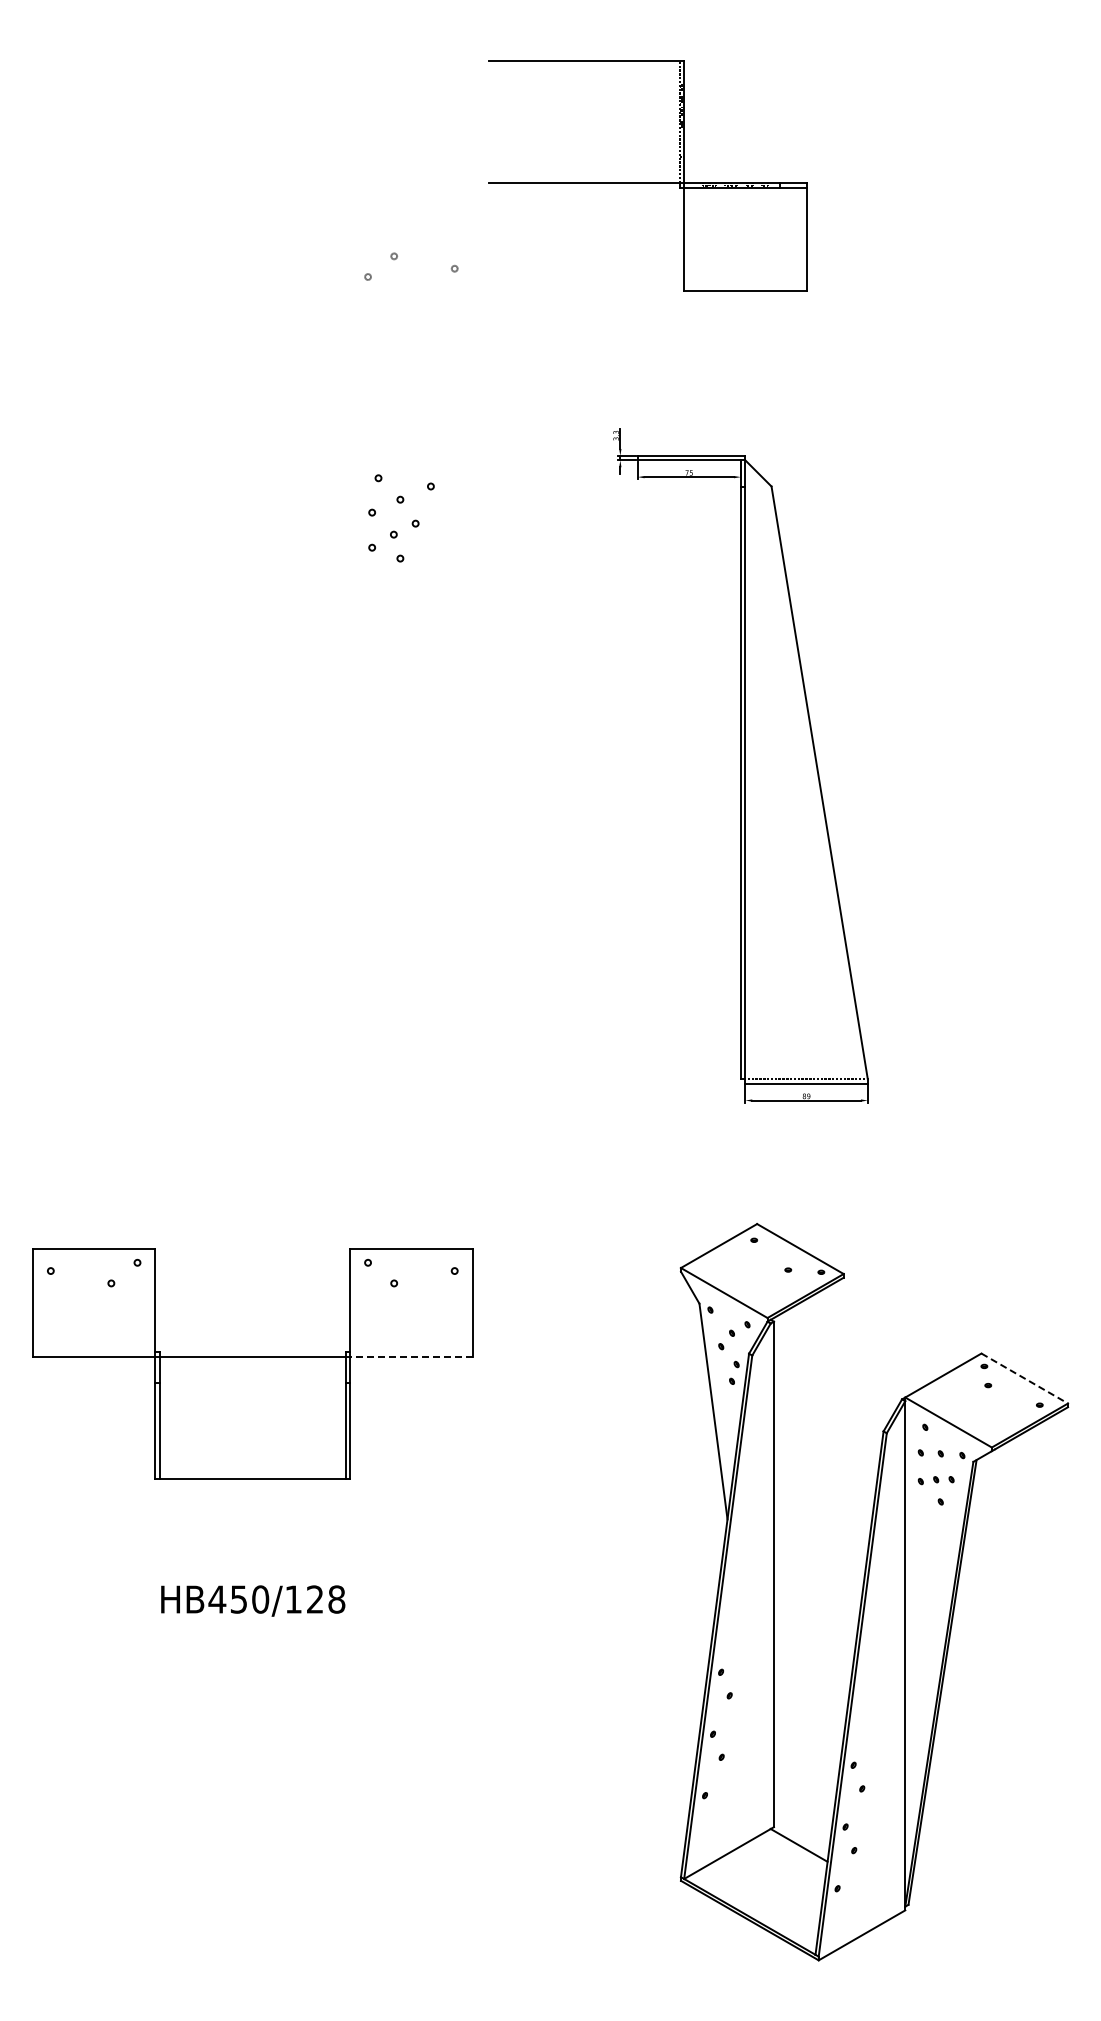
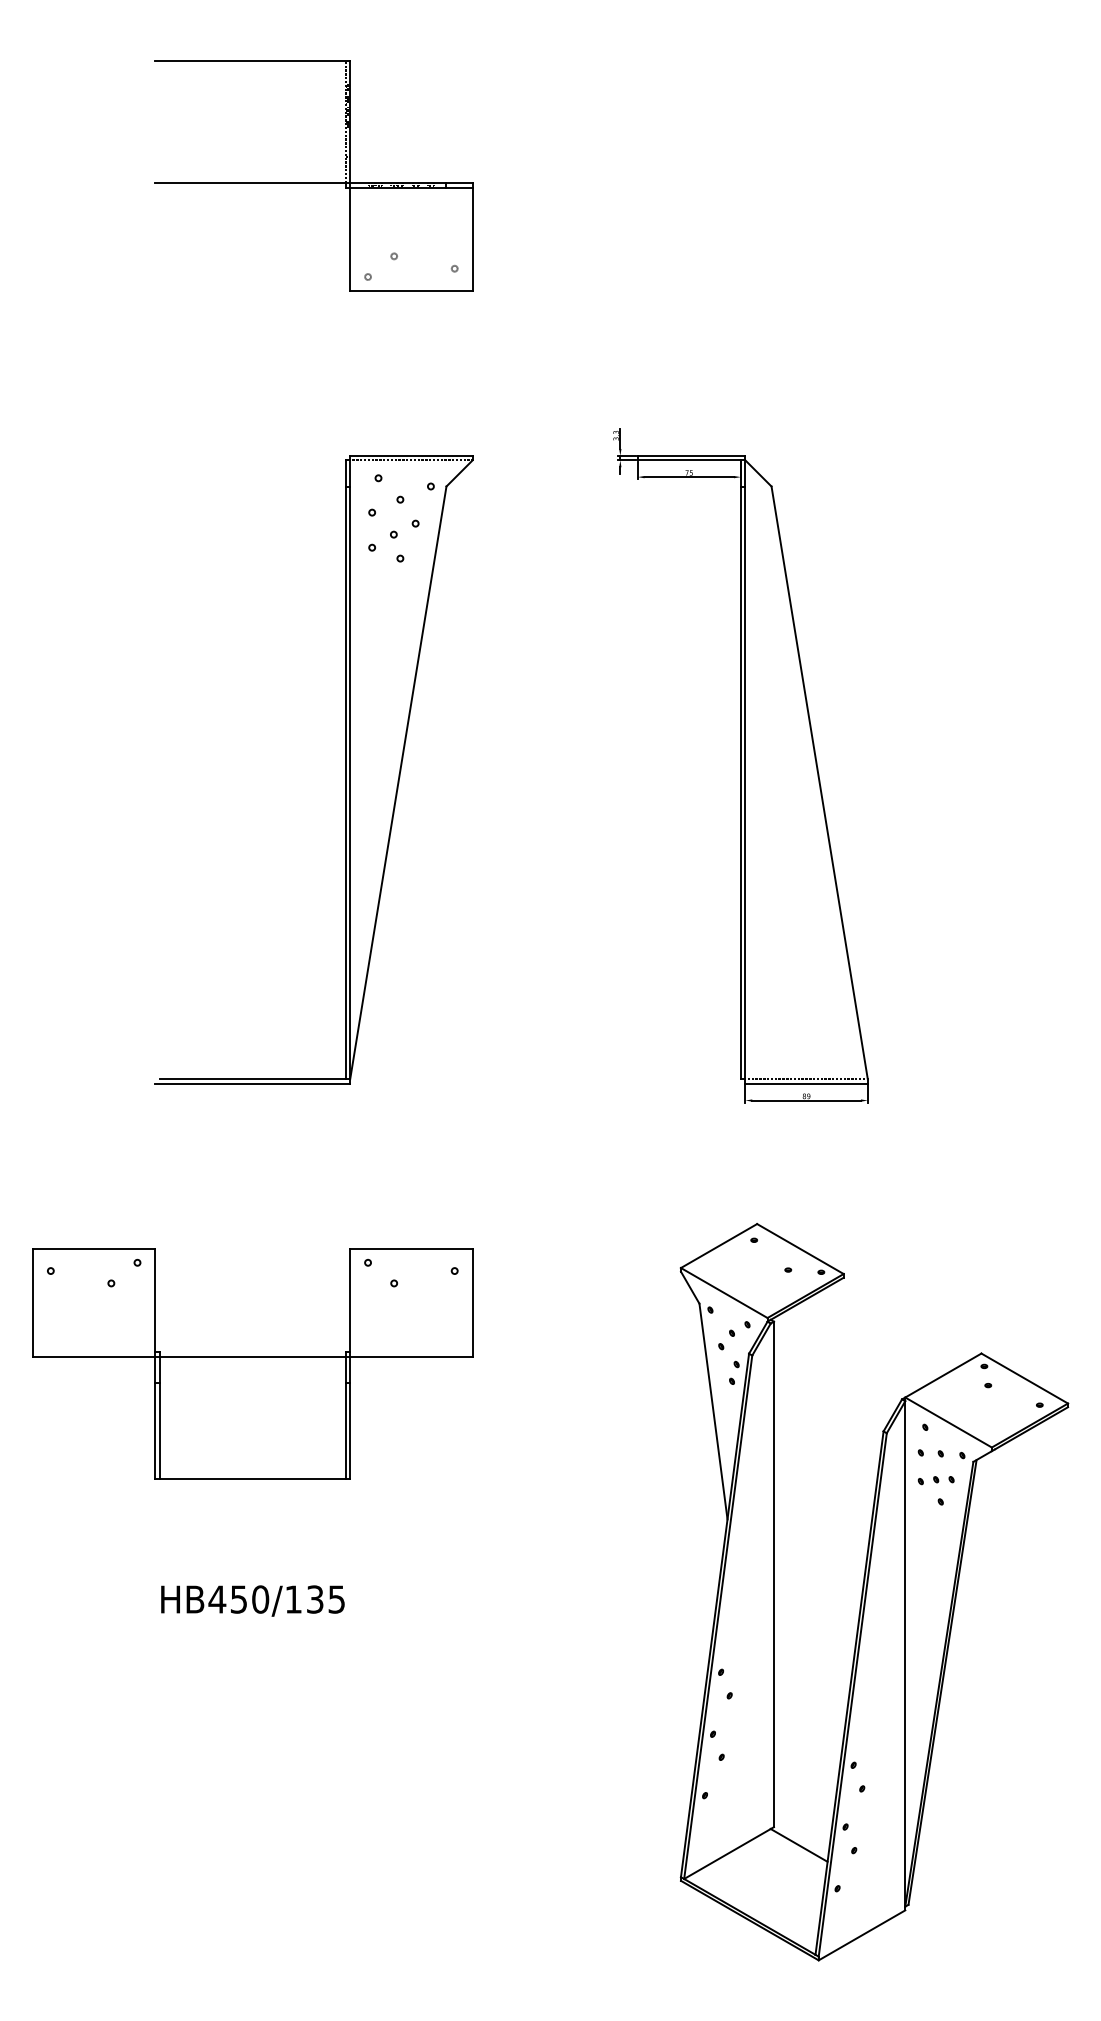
part at (647, 182) position: (647, 182) -> (313, 182)
part at (345, 769): none -> present
line at (410, 1356): dashed -> solid
line at (1024, 1378): dashed -> solid
text at (326, 1599): HB450/128 -> HB450/135
